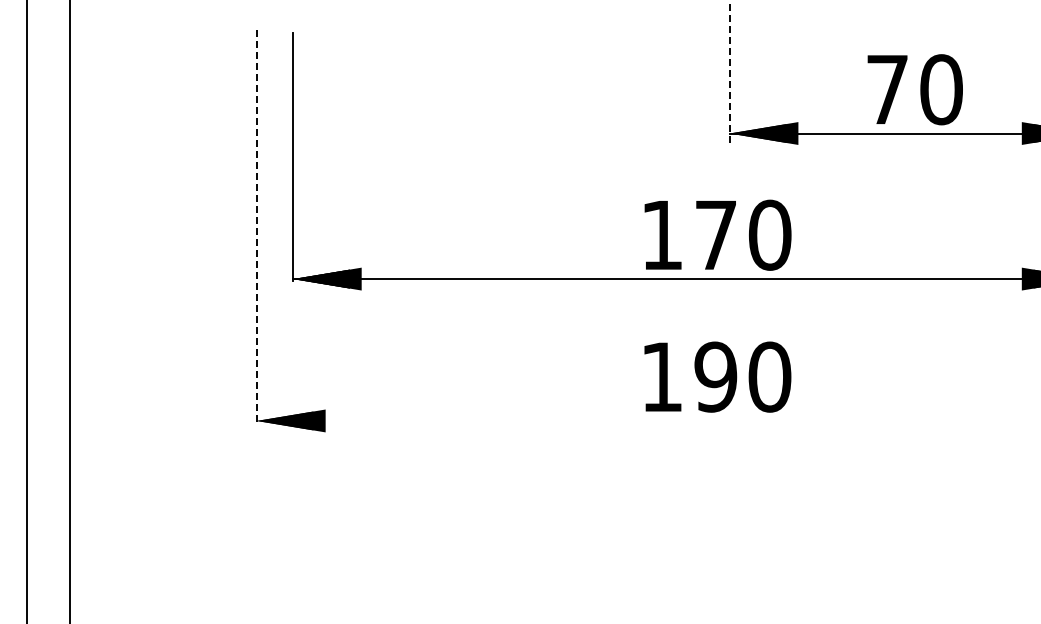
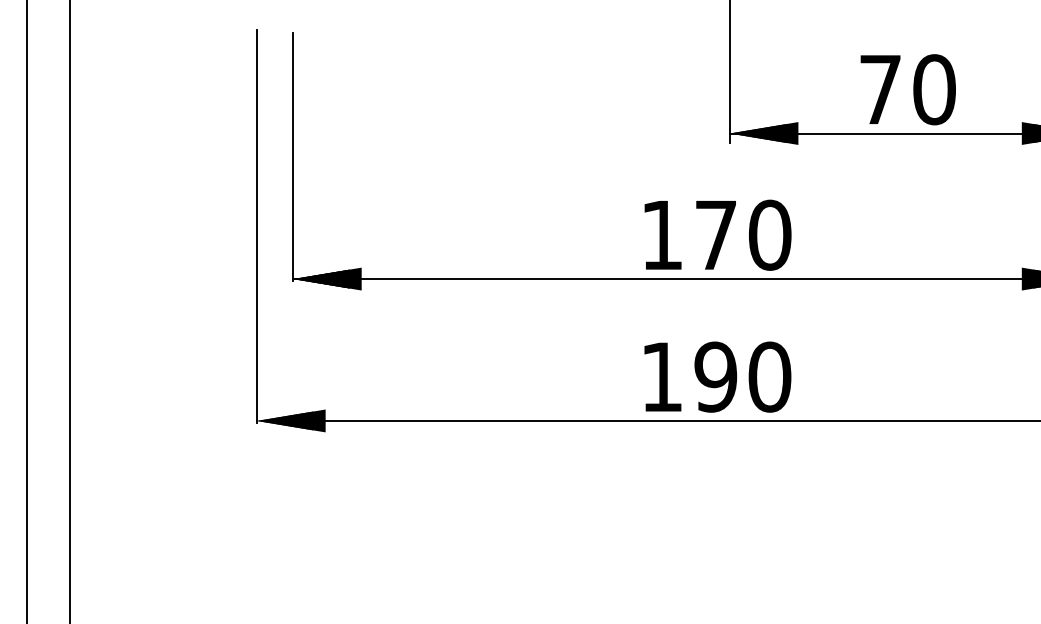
line at (729, 72): dashed -> solid
text at (914, 89) position: (914, 89) -> (907, 89)
line at (256, 226): dashed -> solid
line at (652, 420): none -> present
